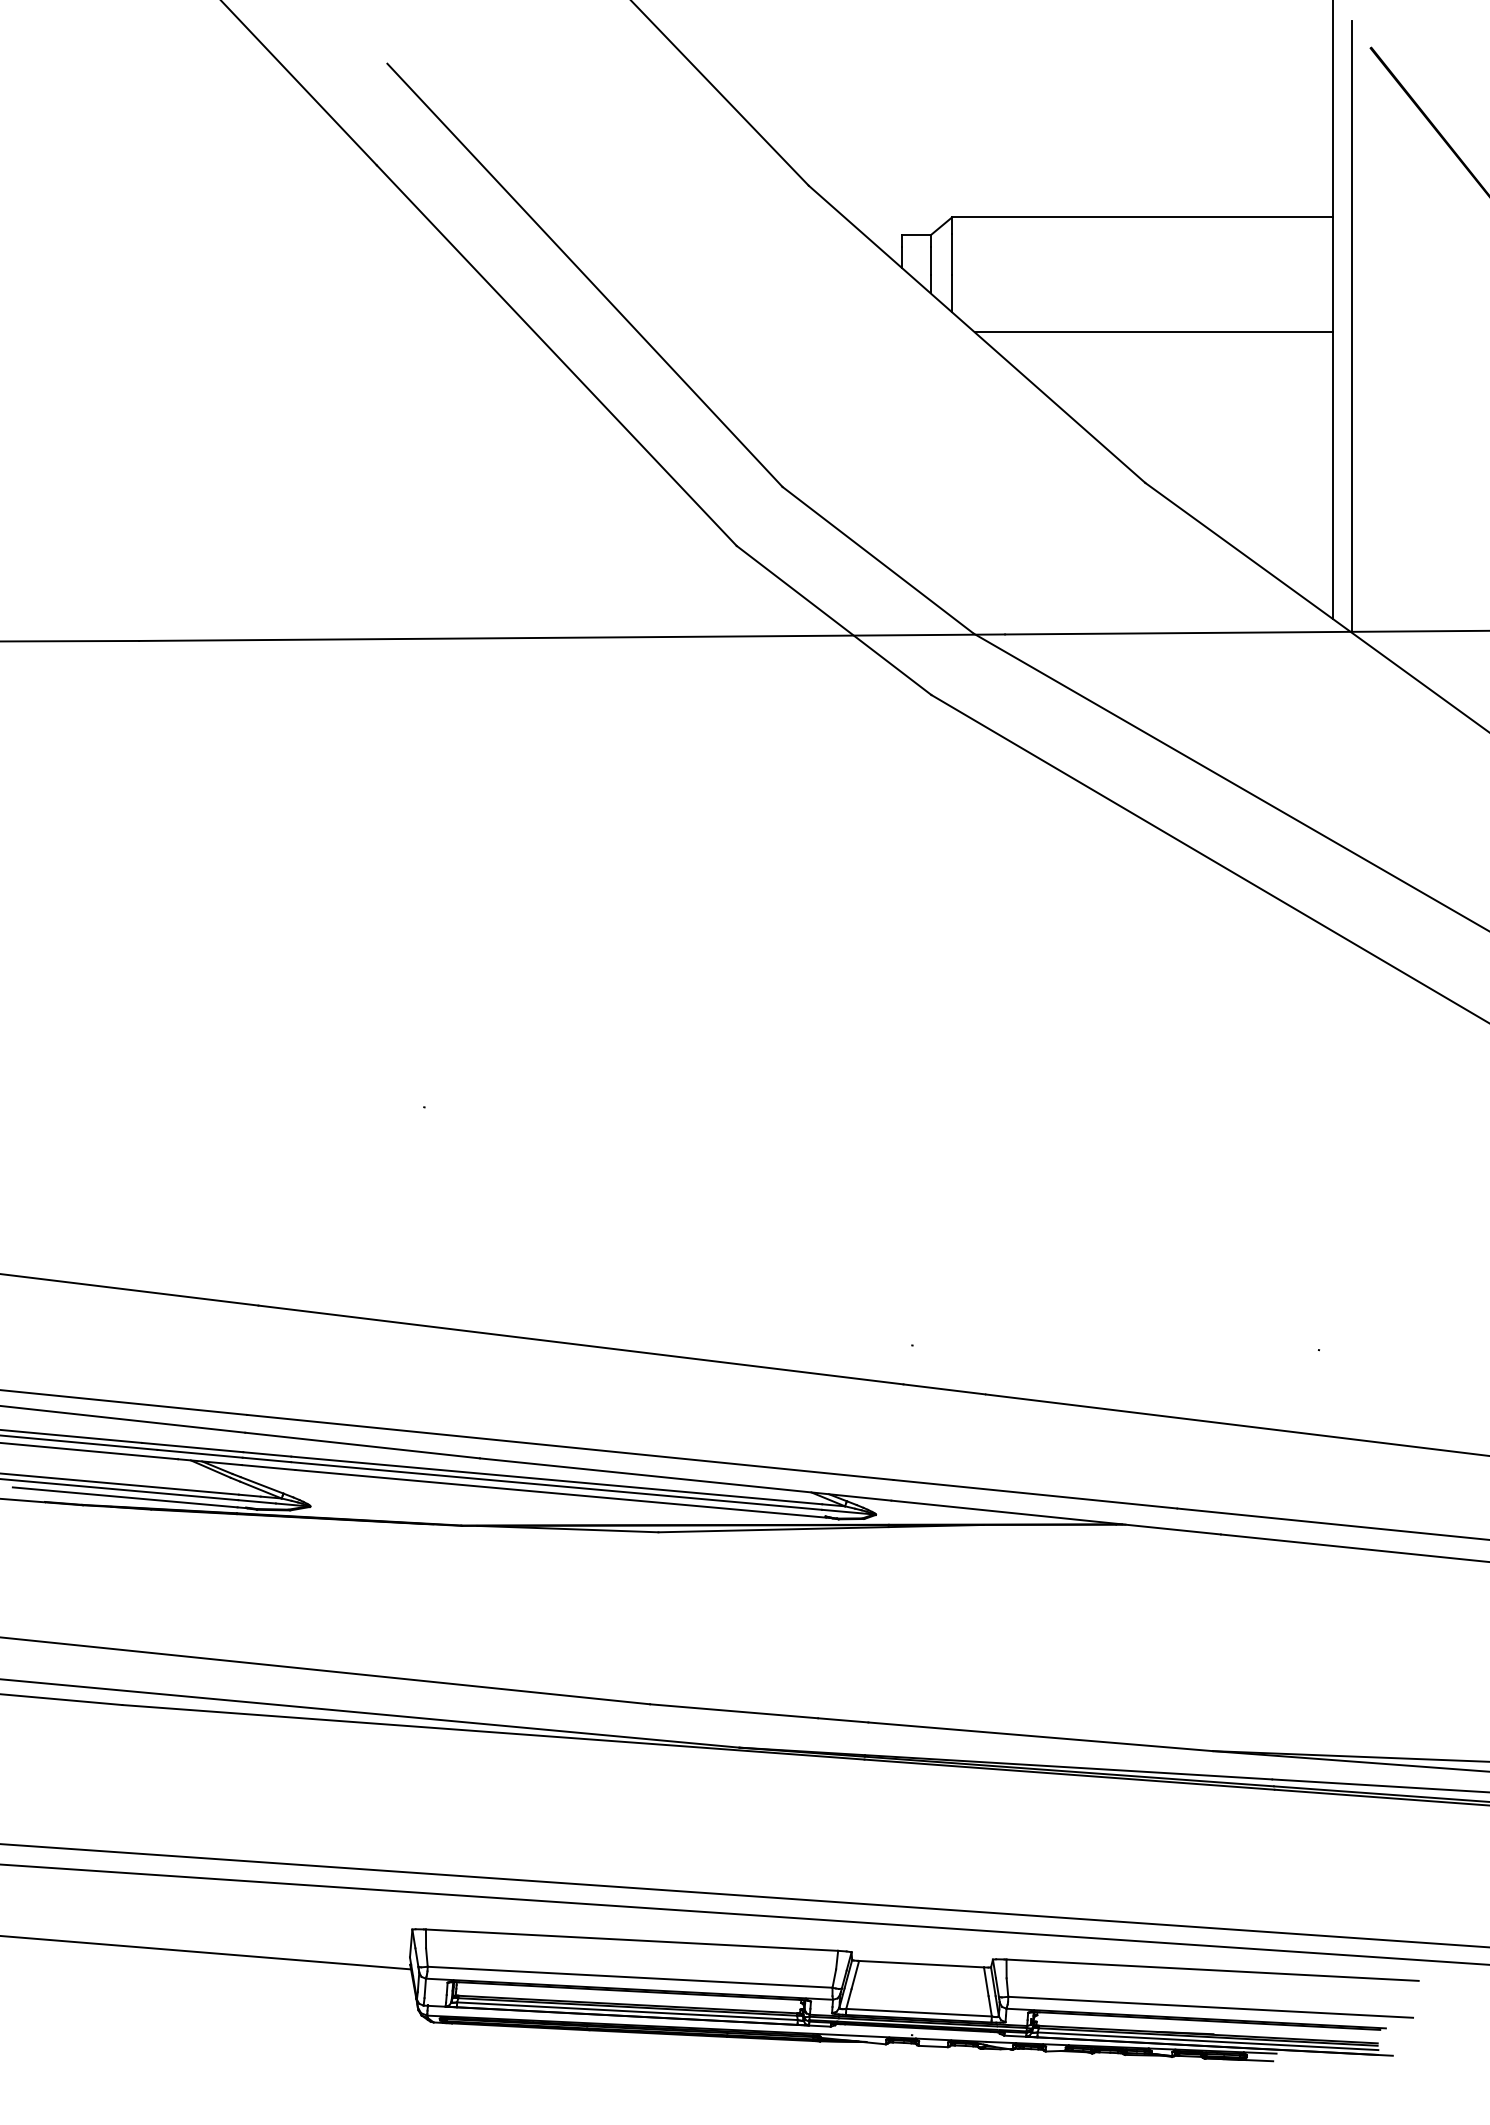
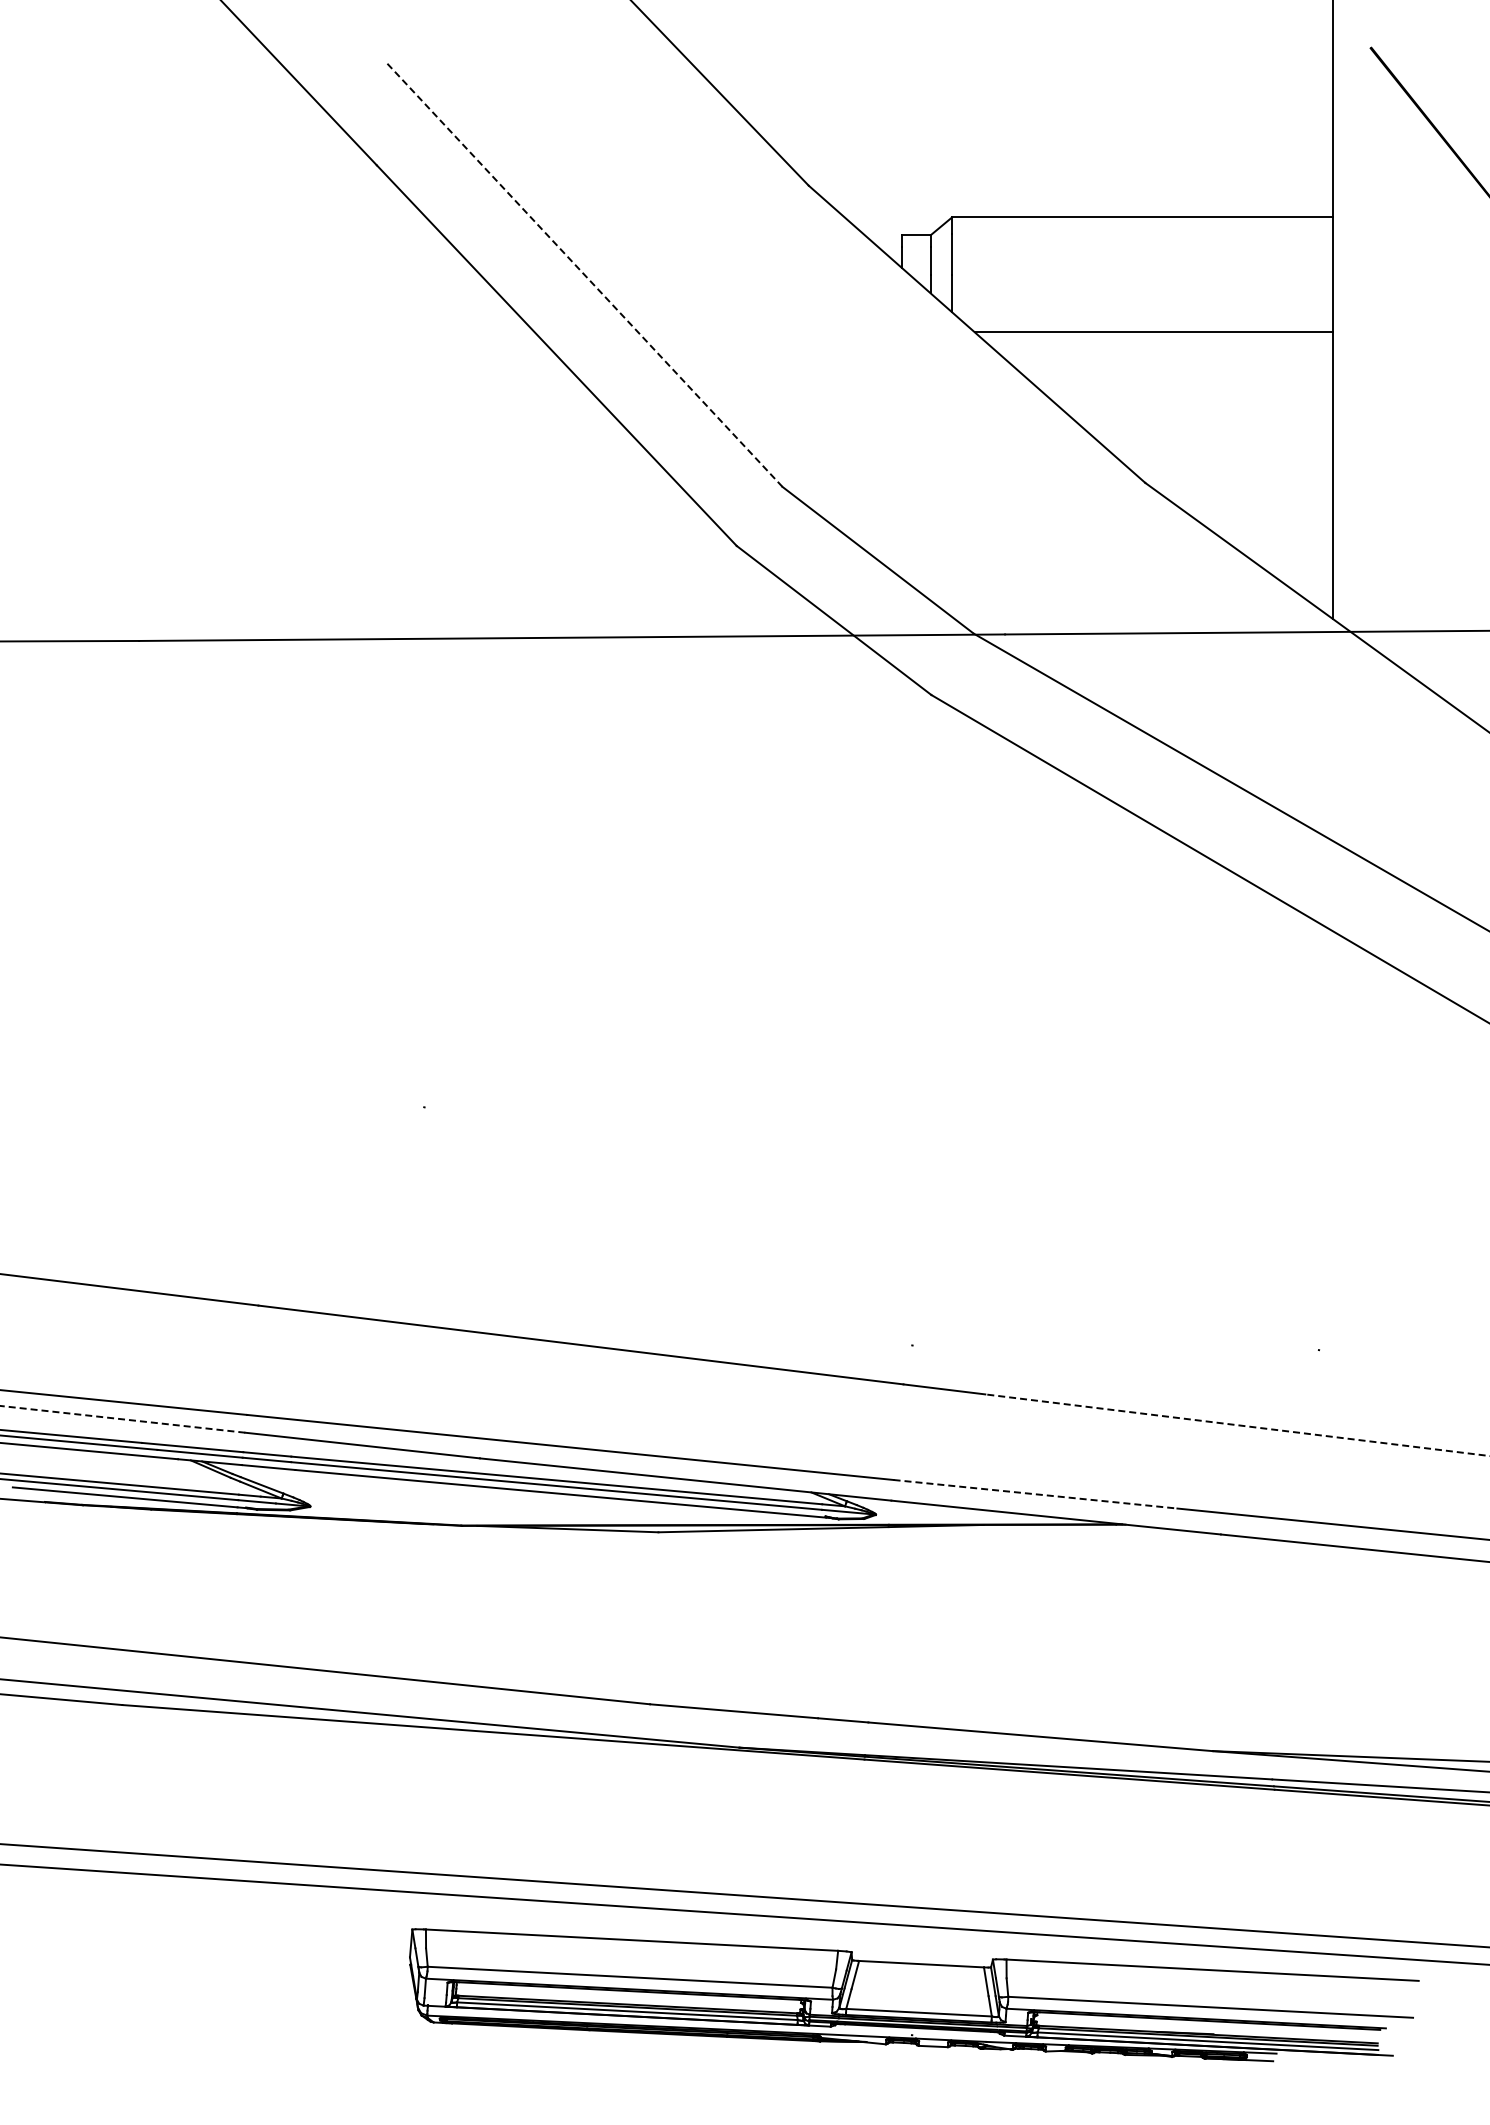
line at (585, 275): solid -> dashed
line at (1351, 326): present -> none
line at (123, 1419): solid -> dashed
line at (1236, 1425): solid -> dashed
line at (1035, 1494): solid -> dashed
line at (206, 1952): present -> none
